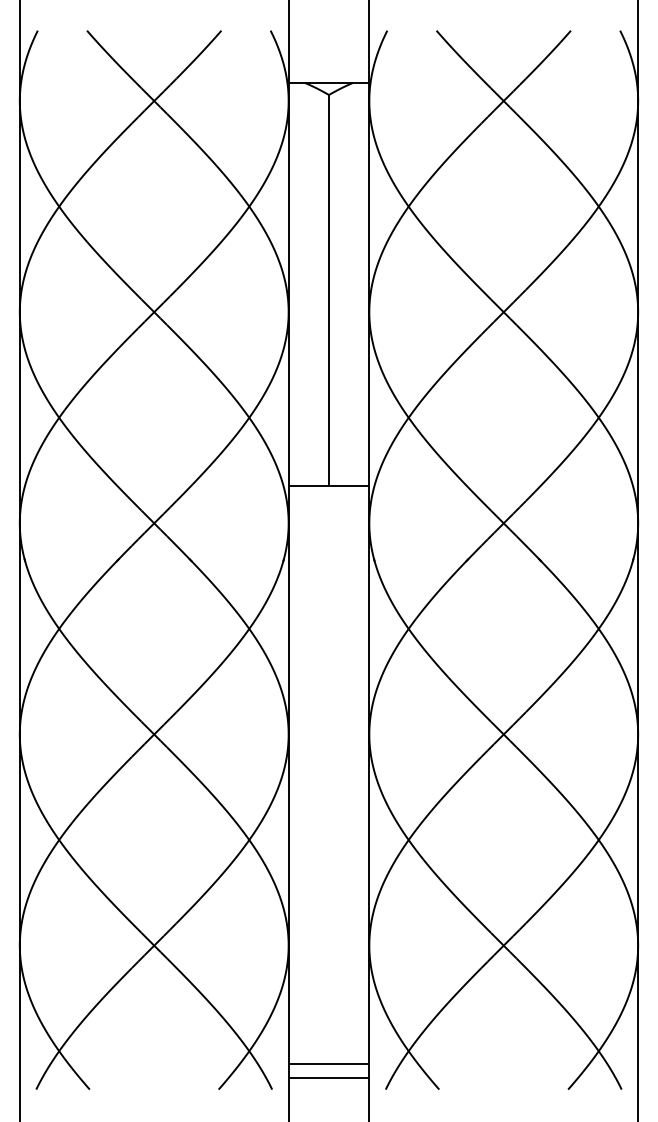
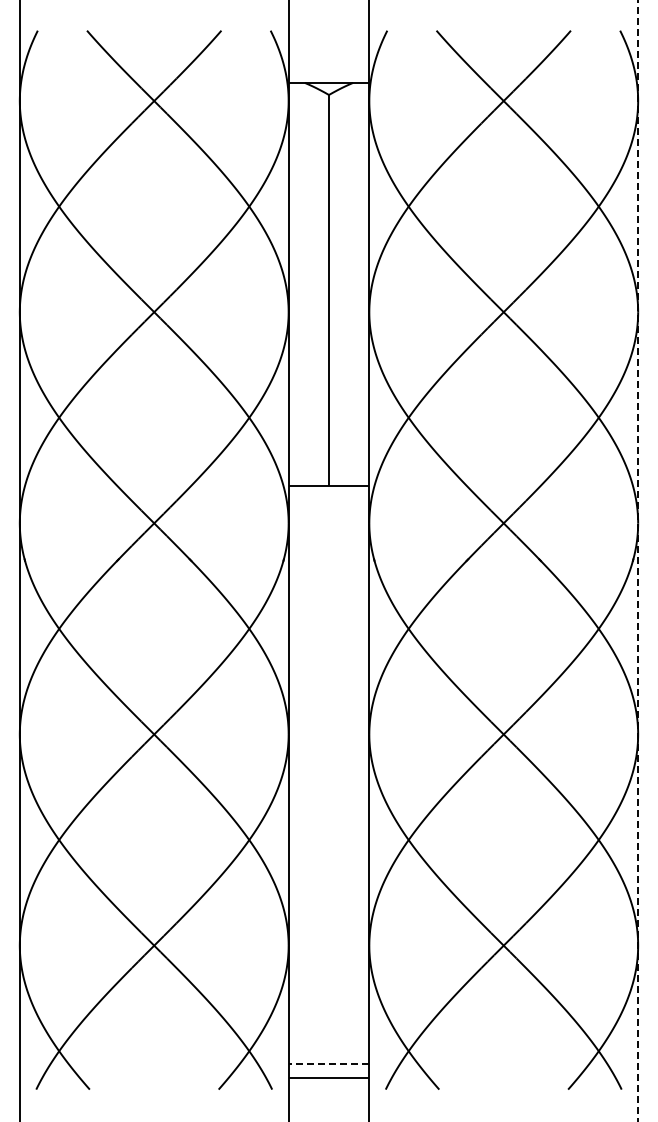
line at (638, 561): solid -> dashed
line at (328, 1064): solid -> dashed
